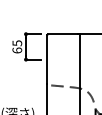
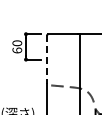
text at (17, 43): 65 -> 60
line at (47, 60): solid -> dashed
